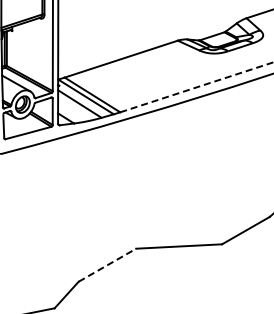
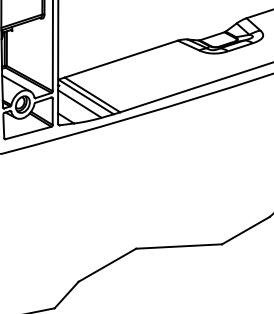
line at (197, 87): dashed -> solid
line at (107, 264): dashed -> solid
